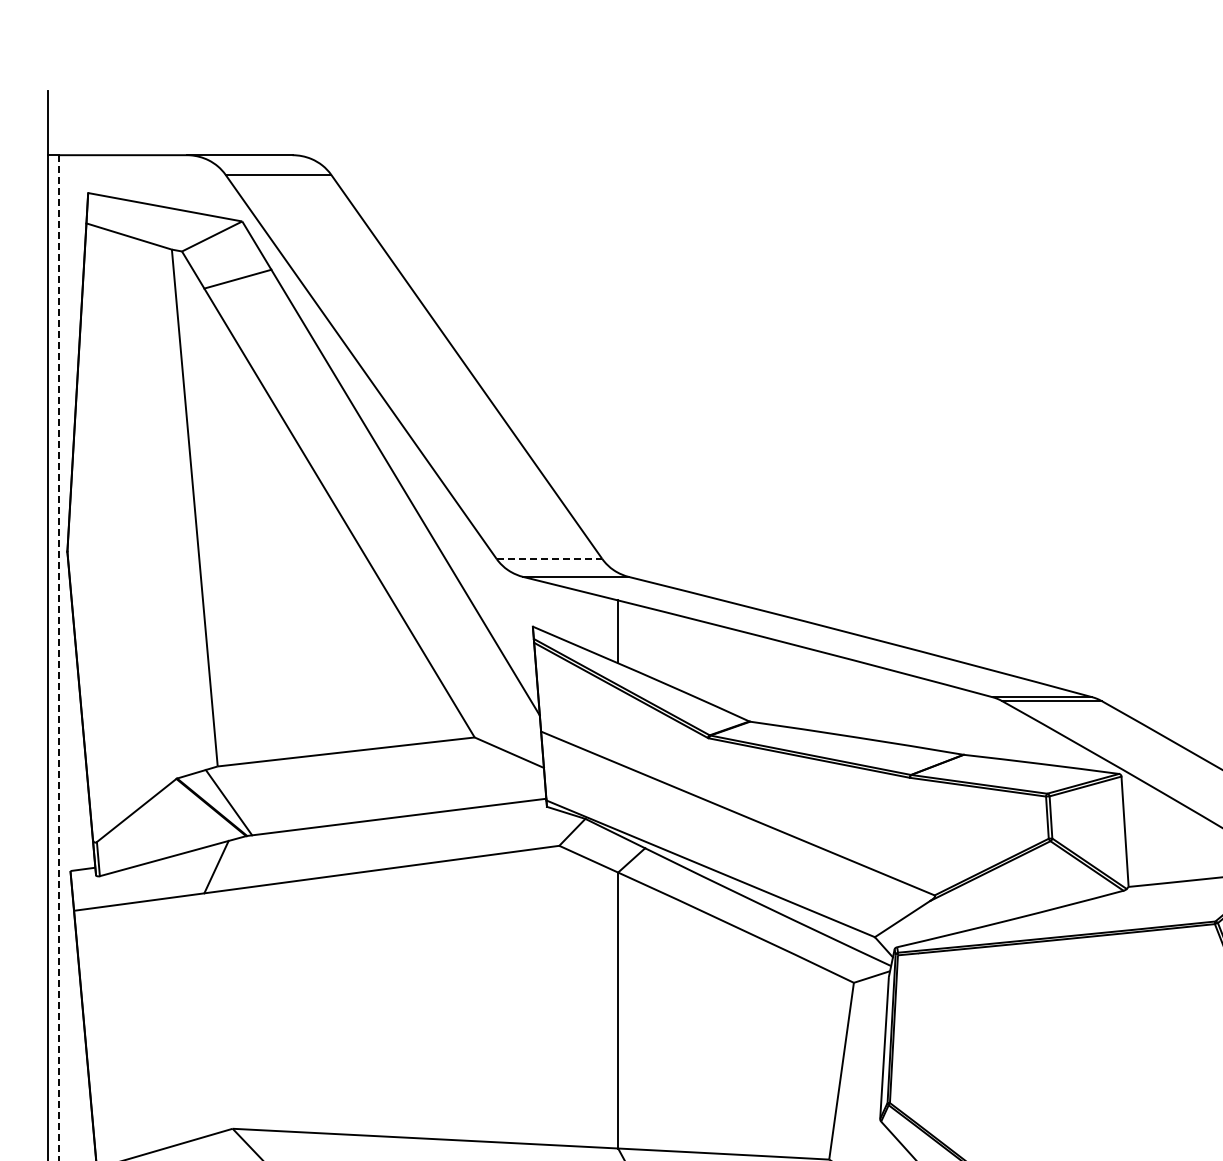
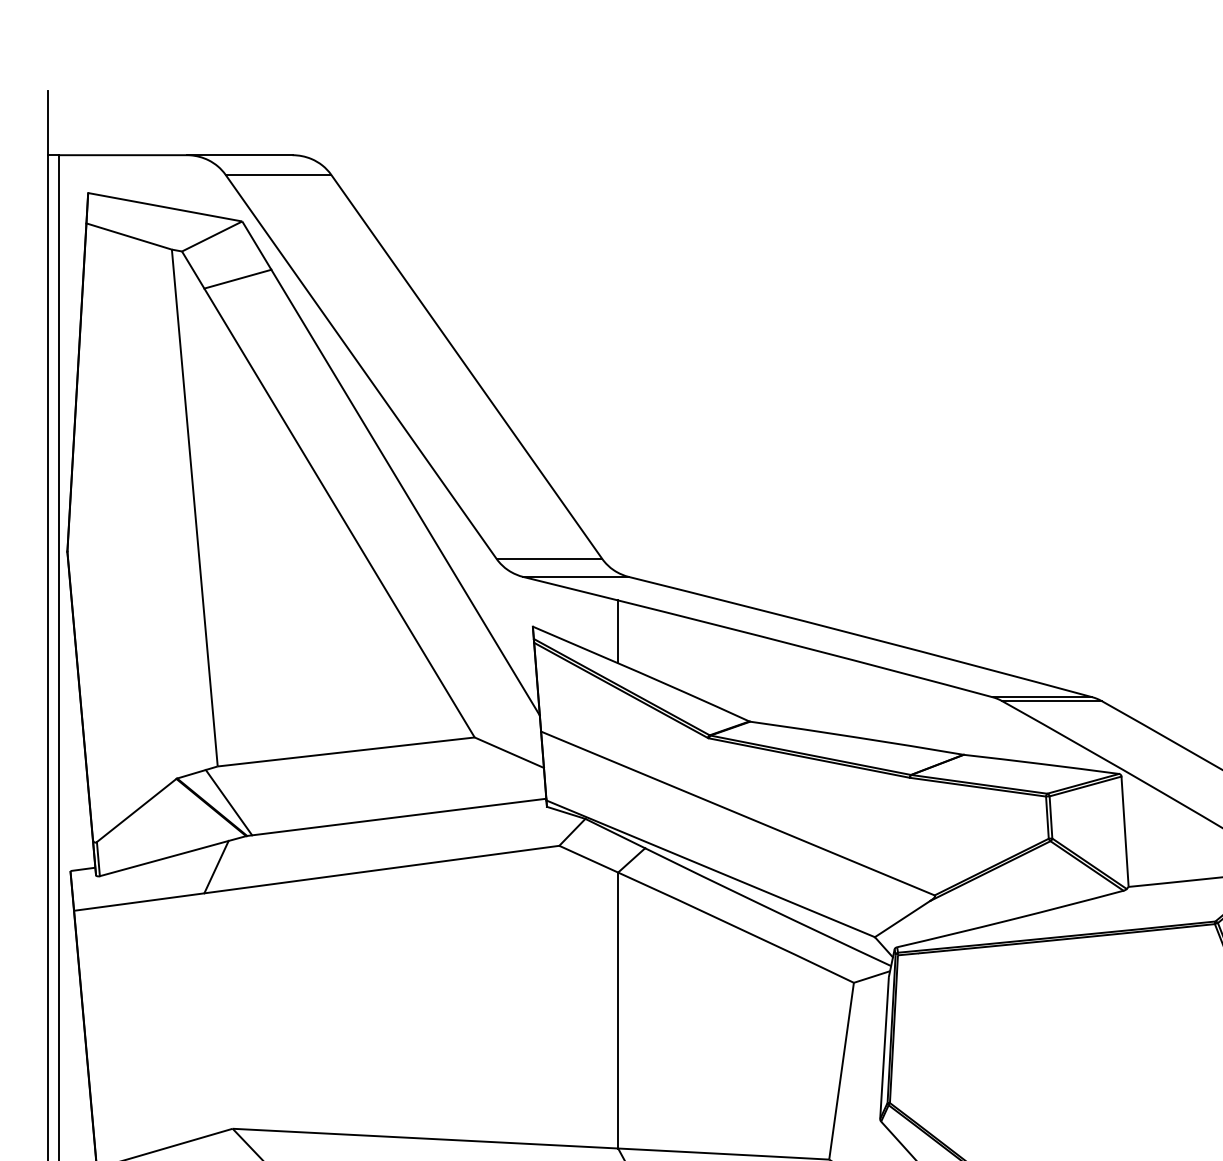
line at (549, 558): dashed -> solid
line at (59, 657): dashed -> solid
